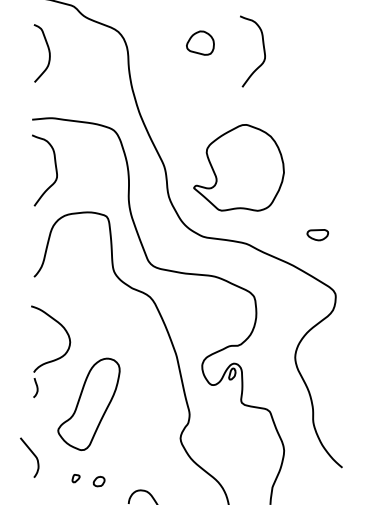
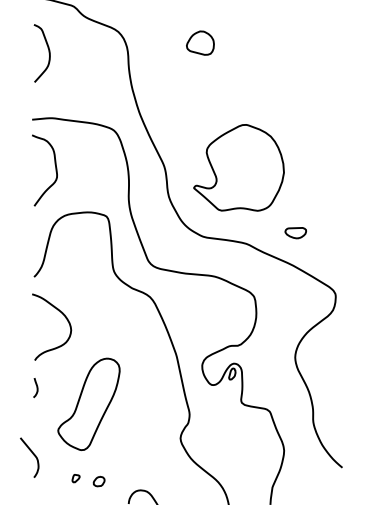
curve at (263, 51): present -> none
part at (317, 235) position: (317, 235) -> (295, 233)
curve at (64, 330) position: (64, 330) -> (65, 318)
